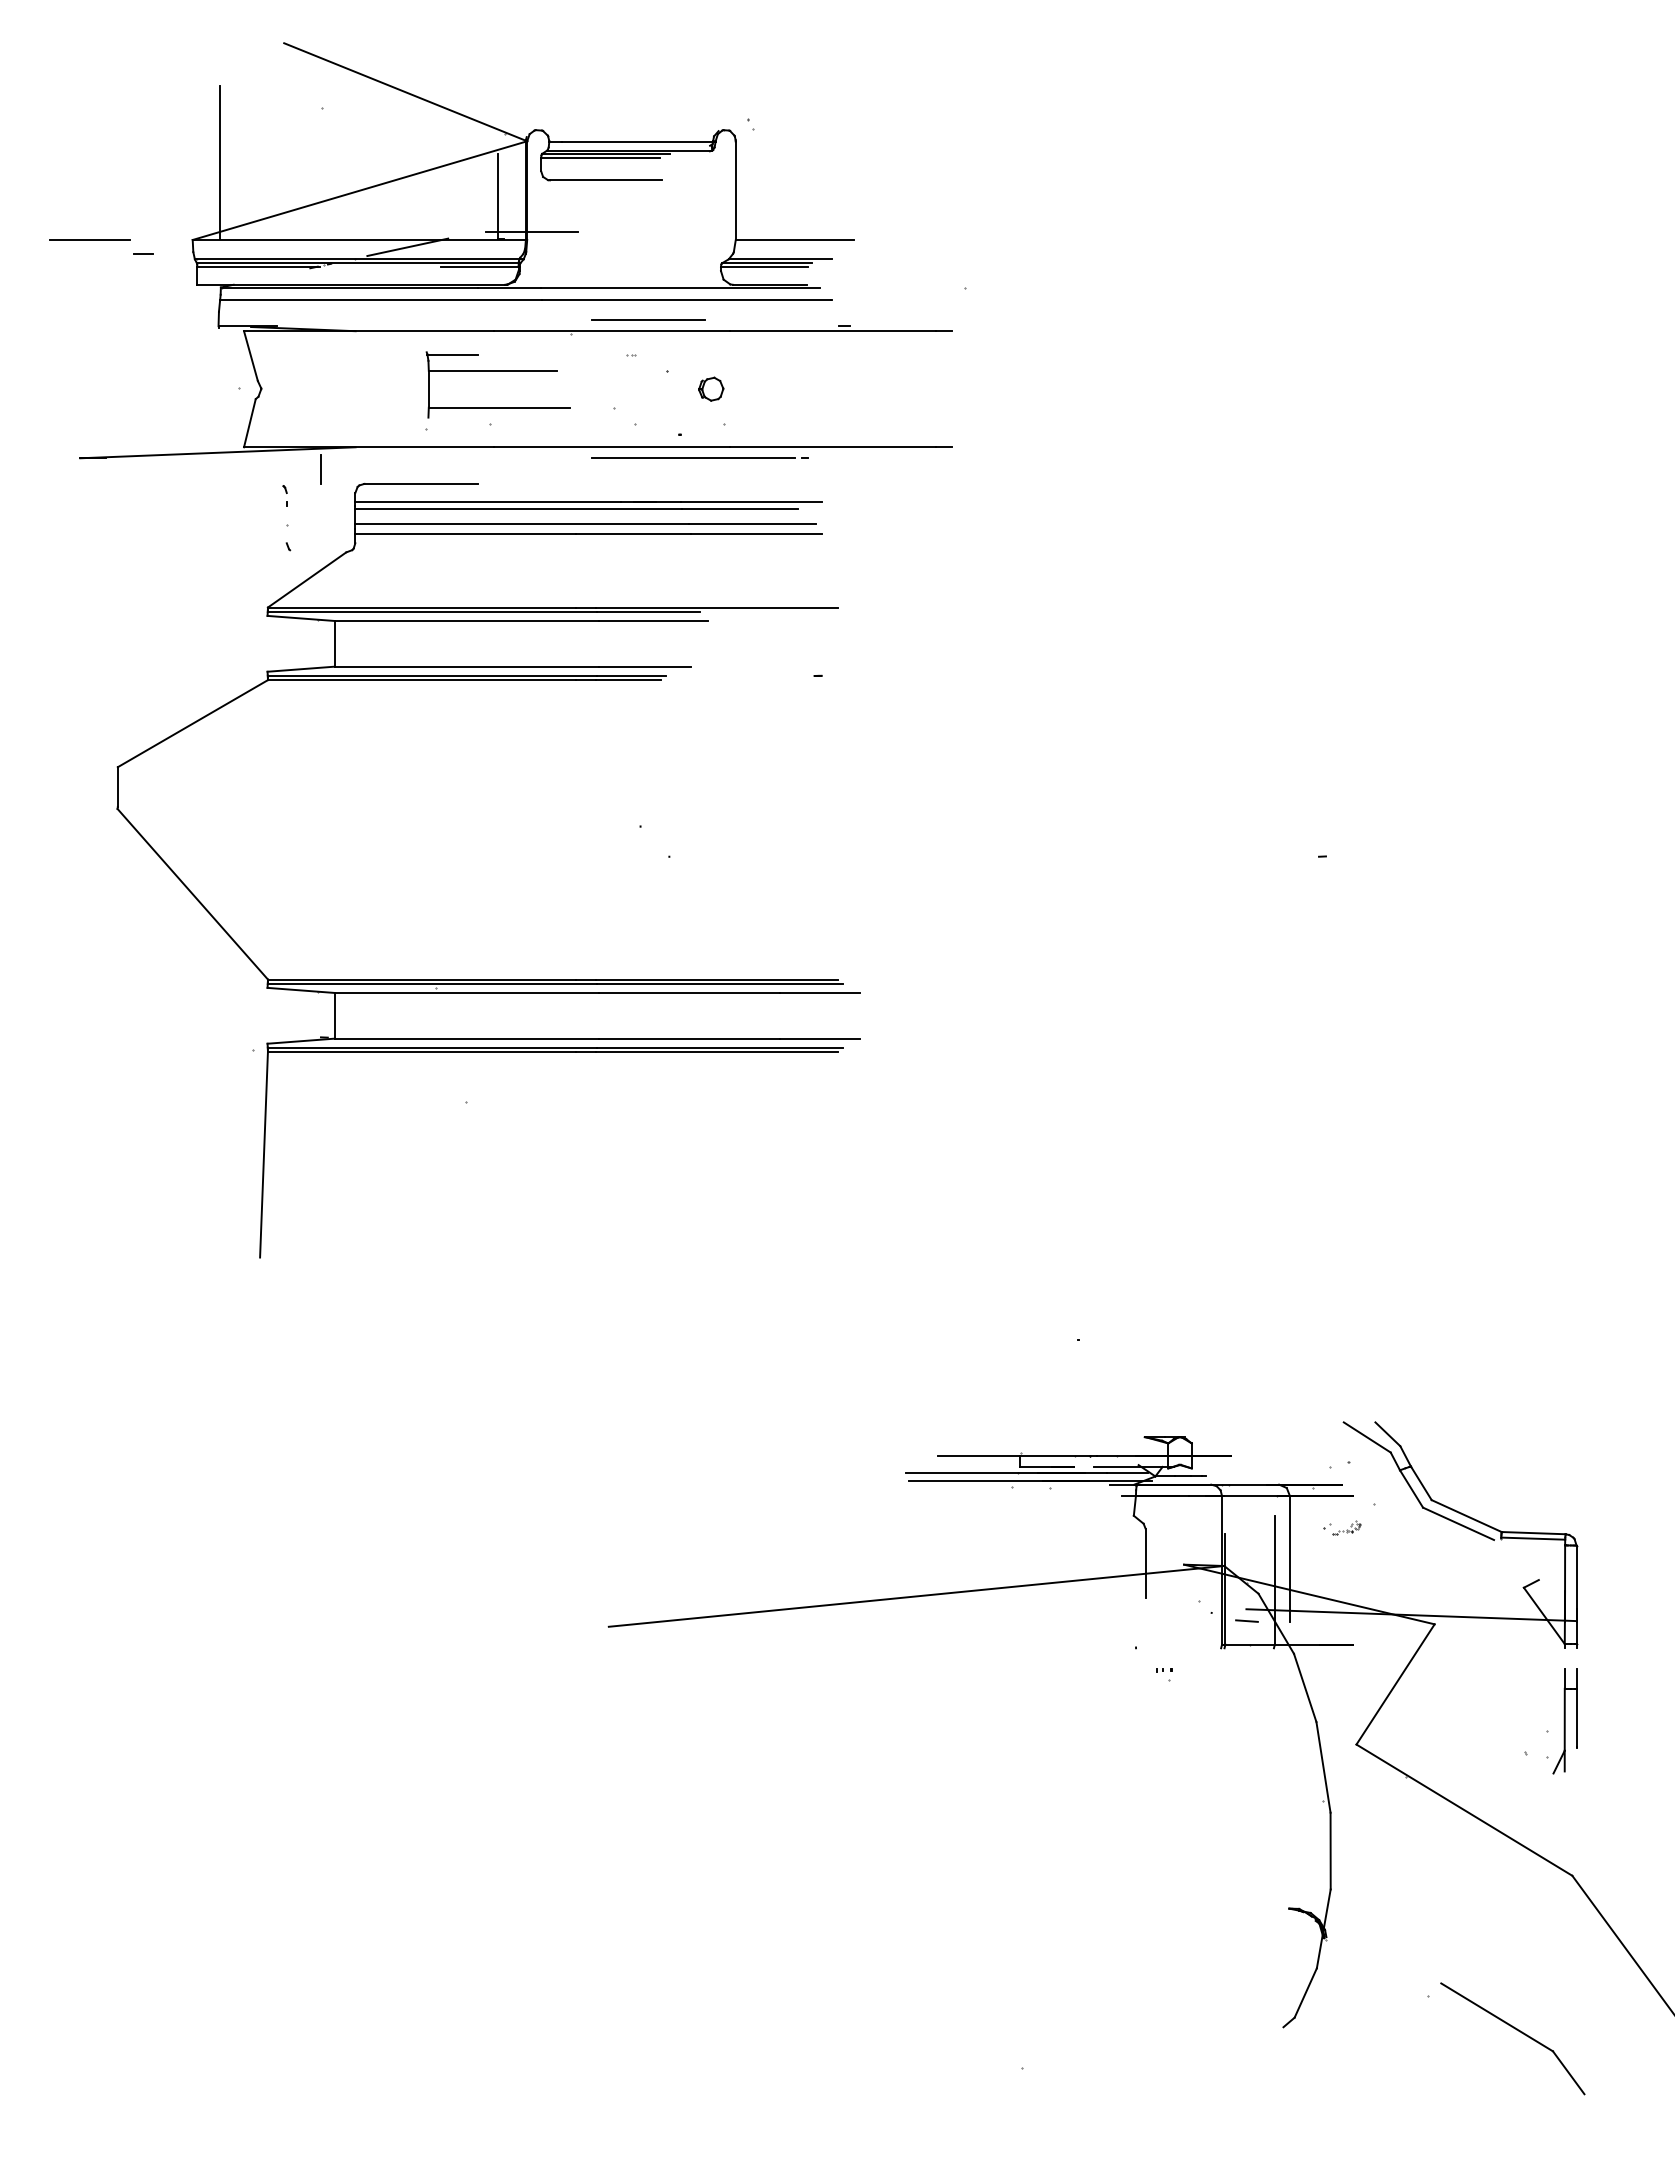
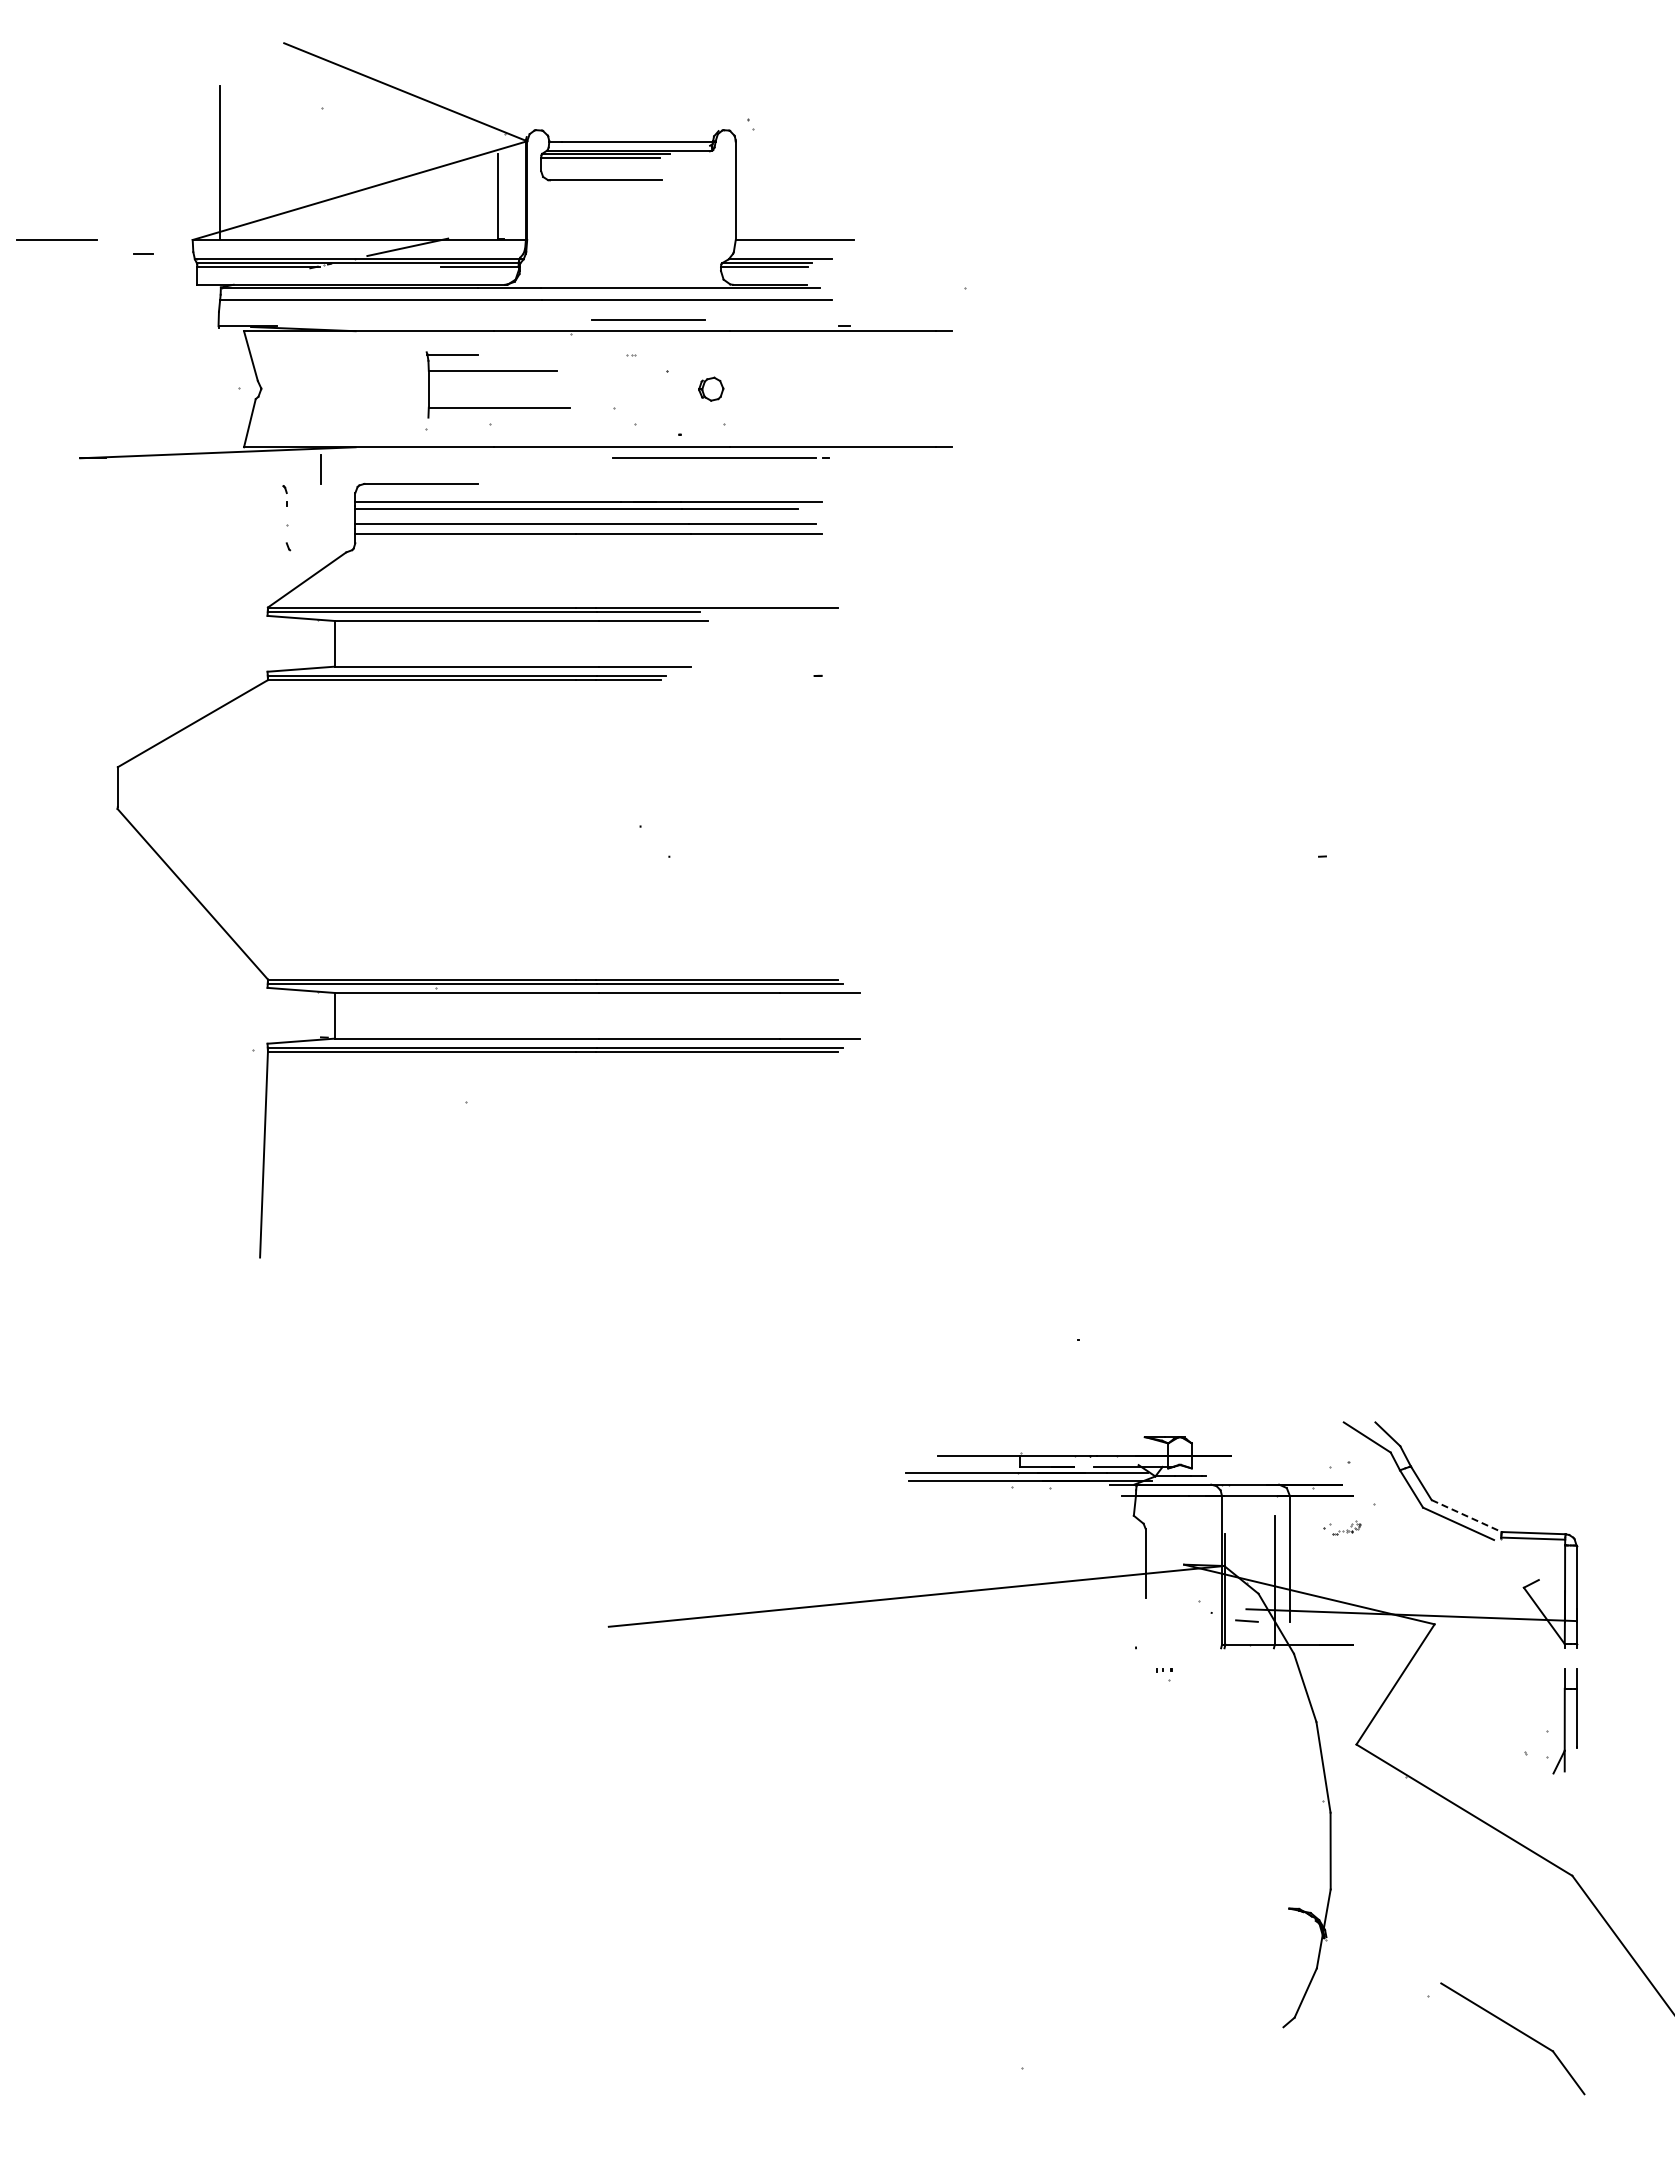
line at (531, 232): present -> none
line at (89, 239) position: (89, 239) -> (56, 239)
line at (699, 457) position: (699, 457) -> (720, 457)
line at (1467, 1516): solid -> dashed
